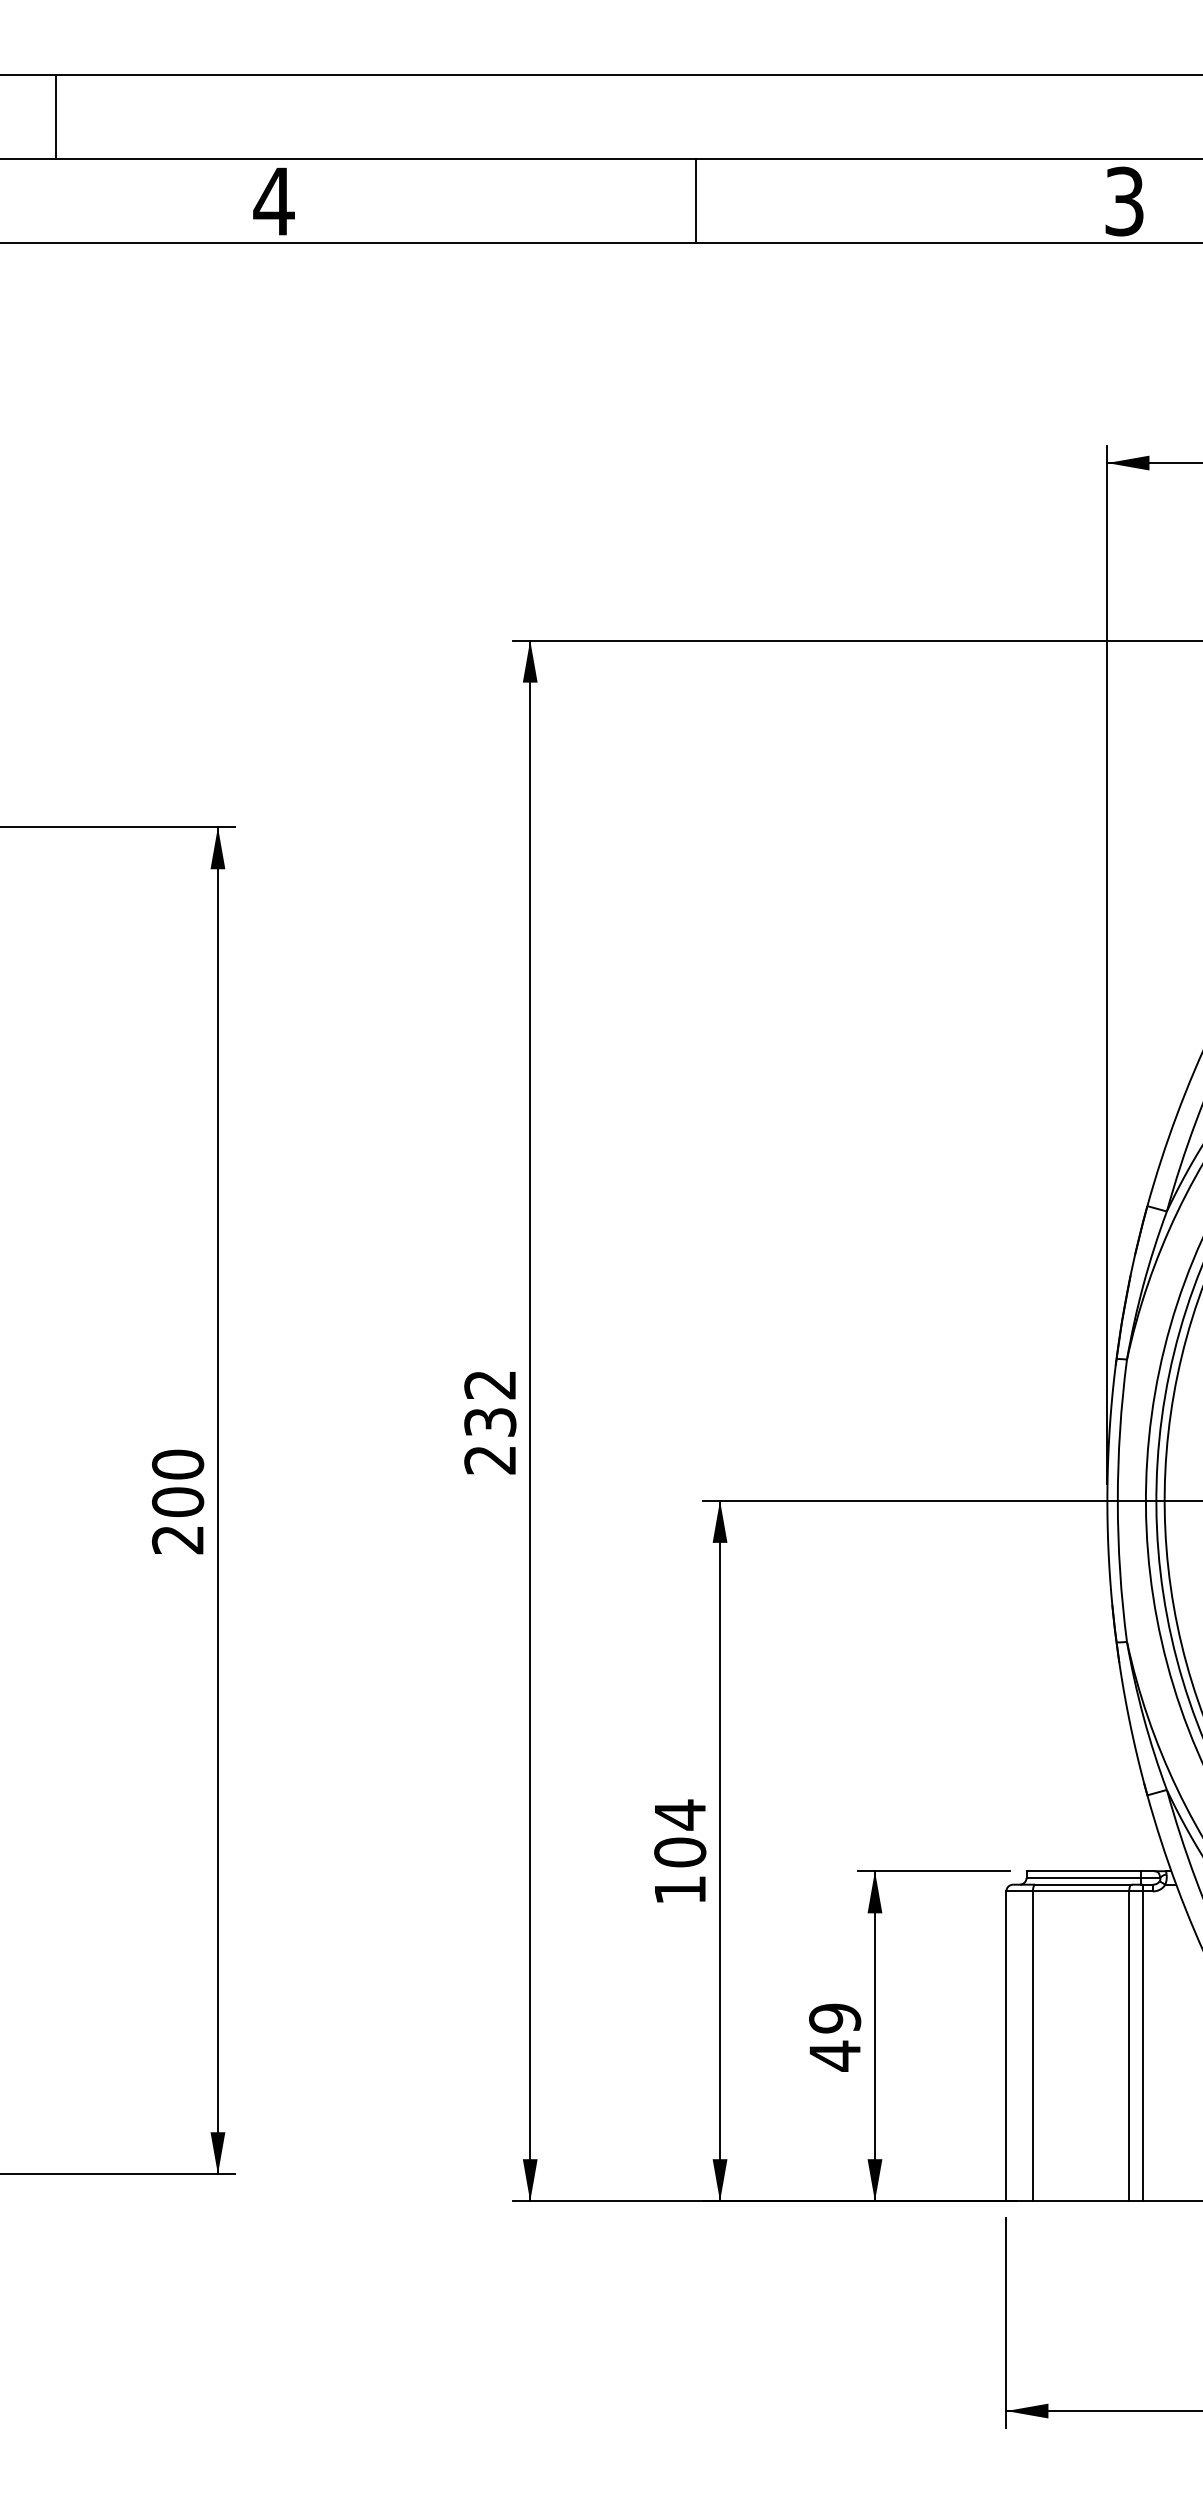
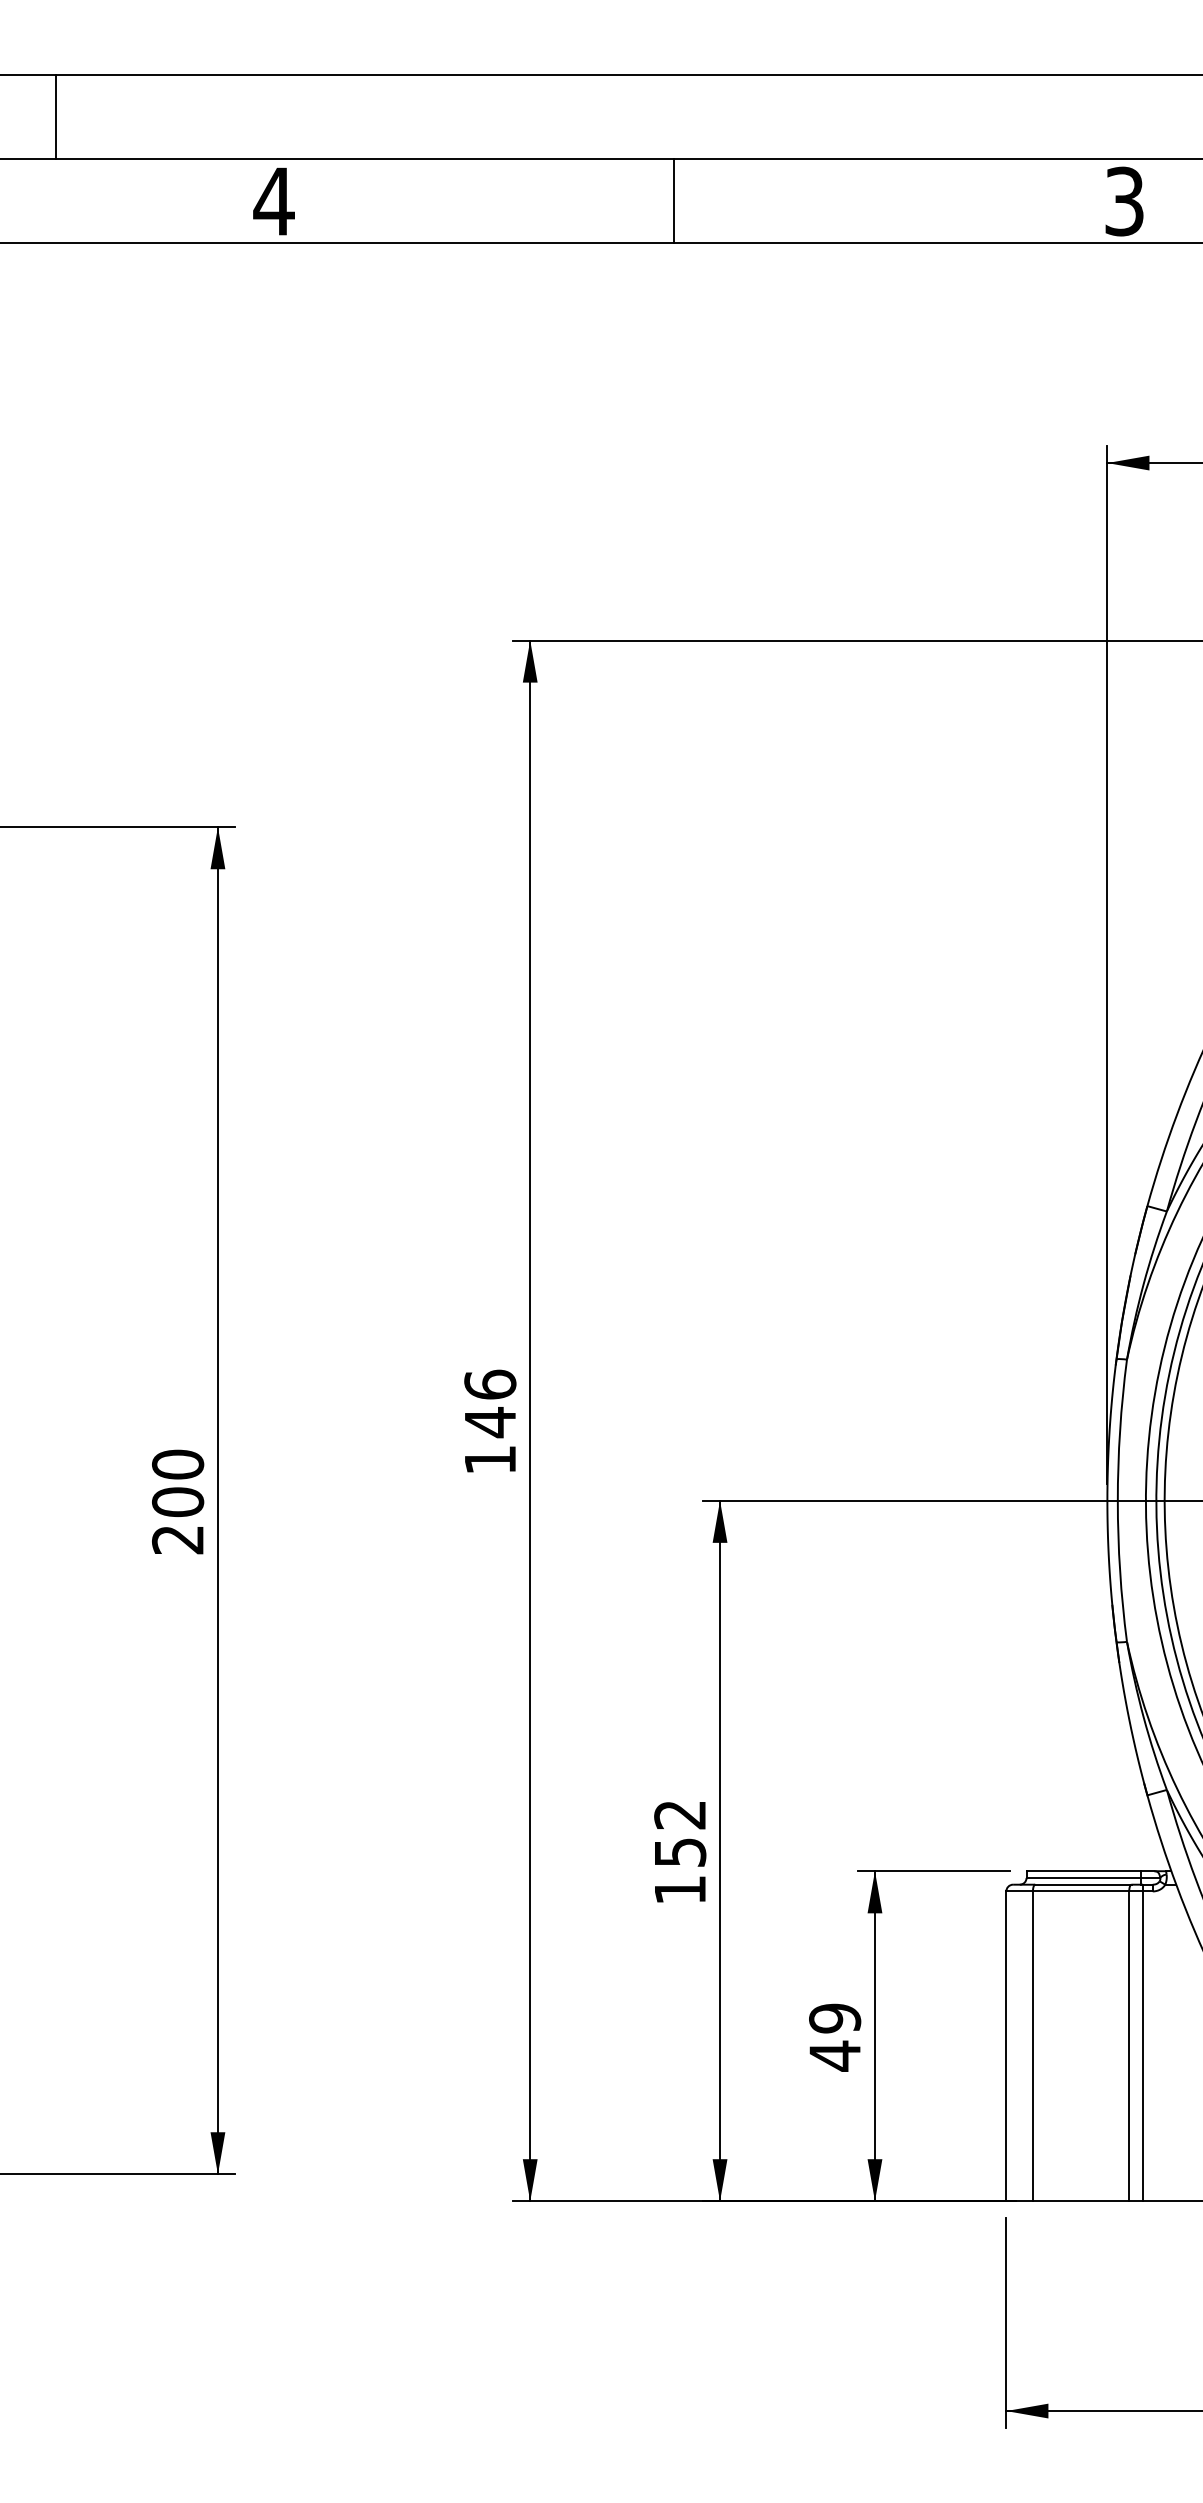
line at (695, 201) position: (695, 201) -> (673, 201)
text at (490, 1421): 232 -> 146
text at (680, 1833): 104 -> 152
